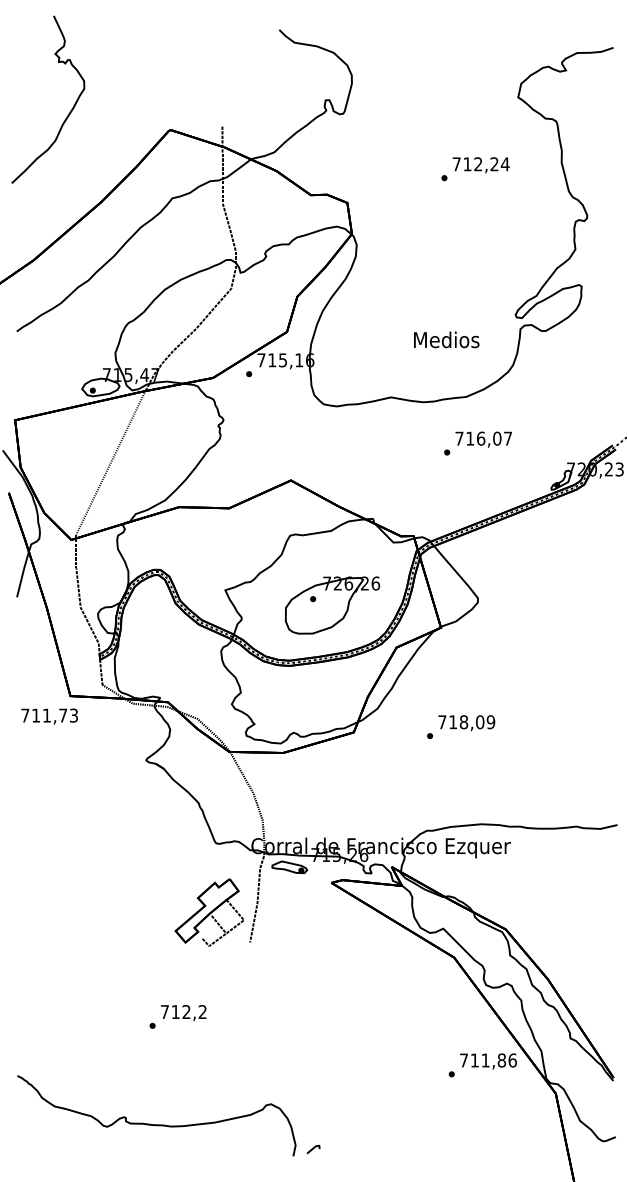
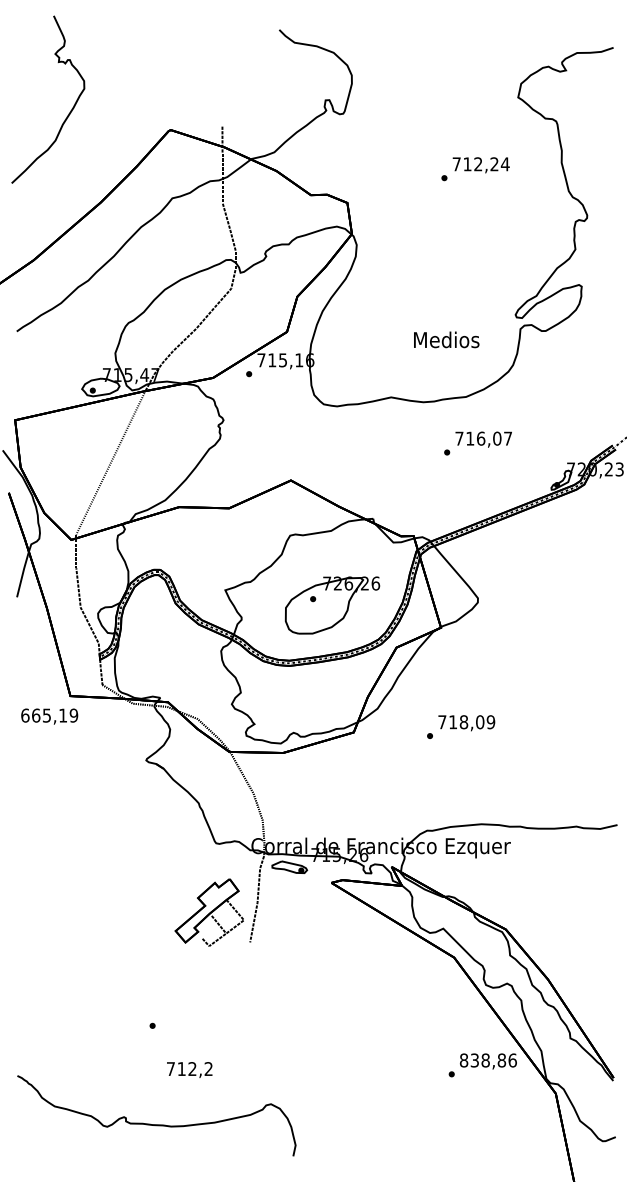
text at (49, 715): 711,73 -> 665,19
text at (183, 1012) position: (183, 1012) -> (189, 1069)
text at (474, 1060): 711,86 -> 838,86
line at (313, 1149): present -> none
